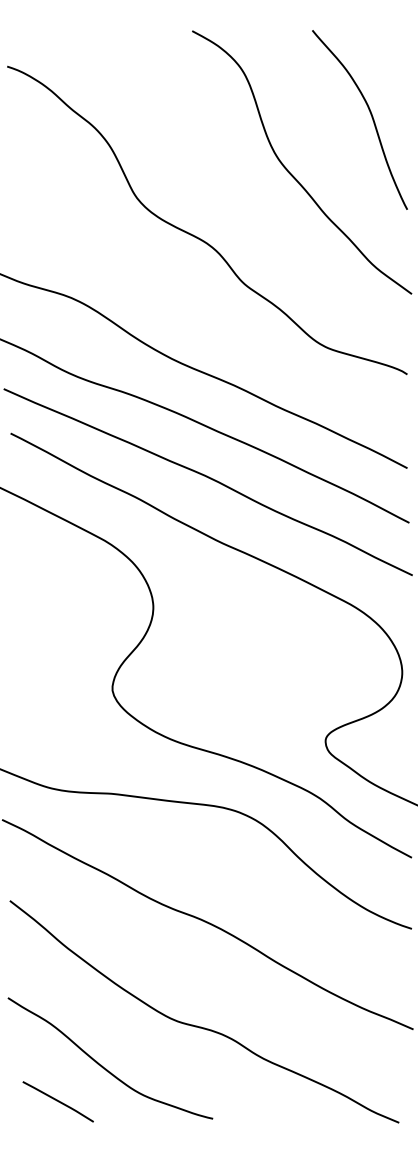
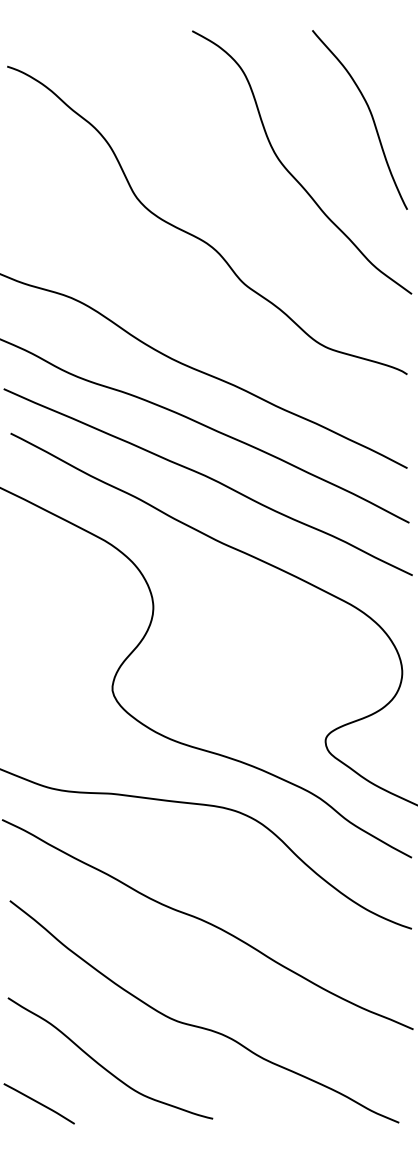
line at (57, 1101) position: (57, 1101) -> (38, 1103)
